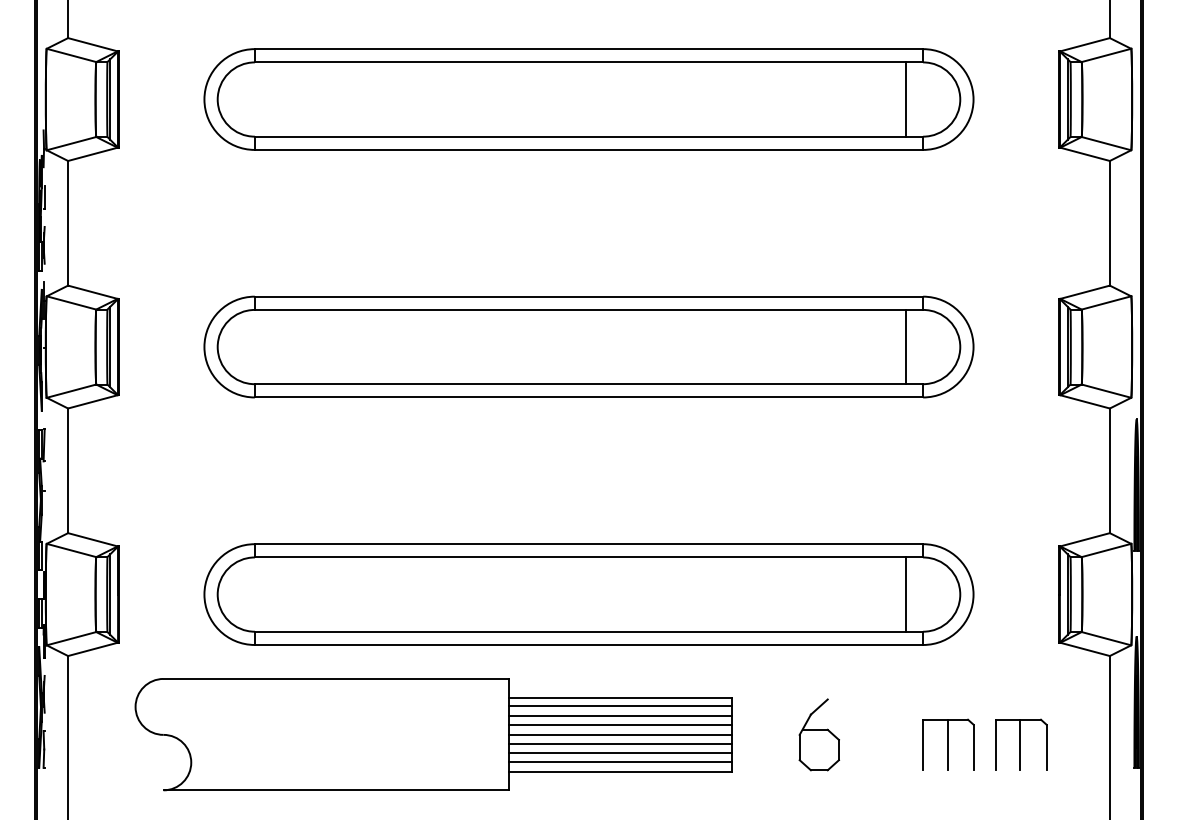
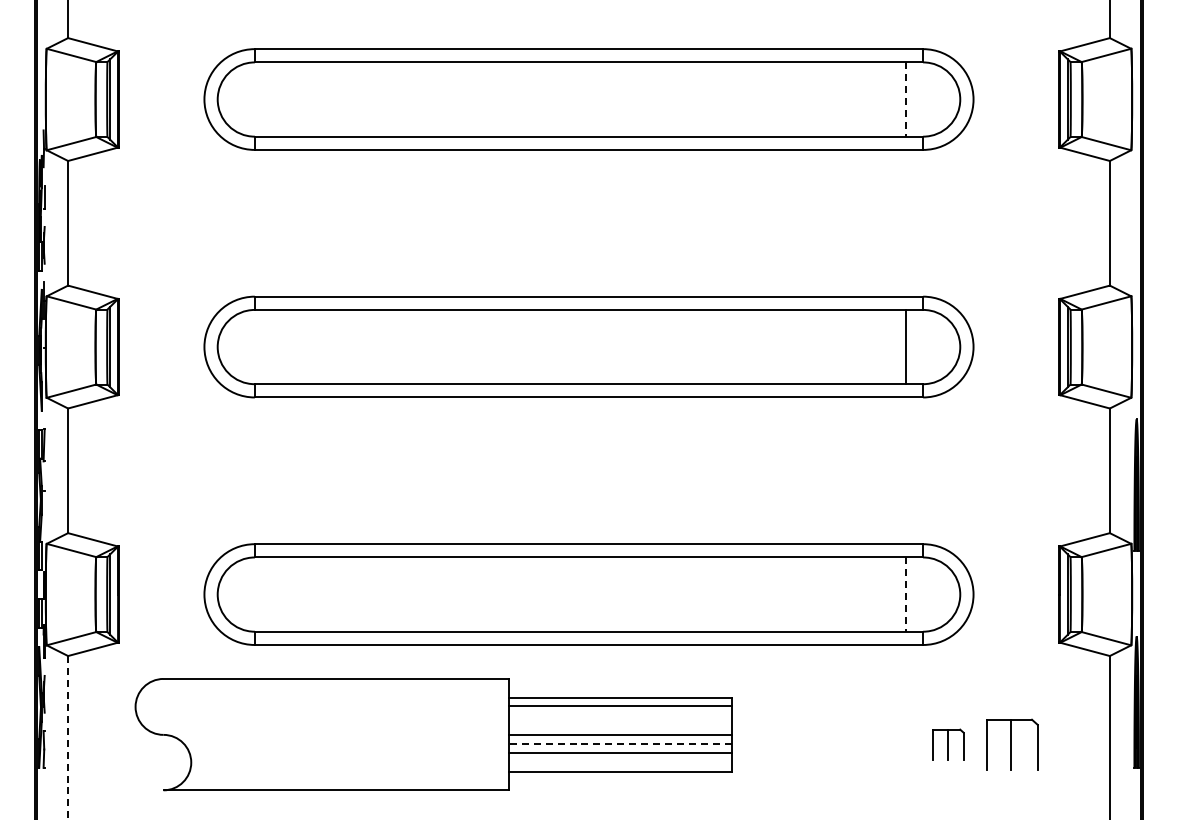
line at (905, 100): solid -> dashed
line at (905, 595): solid -> dashed
line at (620, 715): present -> none
line at (620, 725): present -> none
part at (819, 734): present -> none
line at (68, 737): solid -> dashed
line at (619, 744): solid -> dashed
part at (948, 744) size: 53x53 px -> 33x33 px
part at (1021, 744) position: (1021, 744) -> (1012, 744)
line at (620, 762): present -> none
